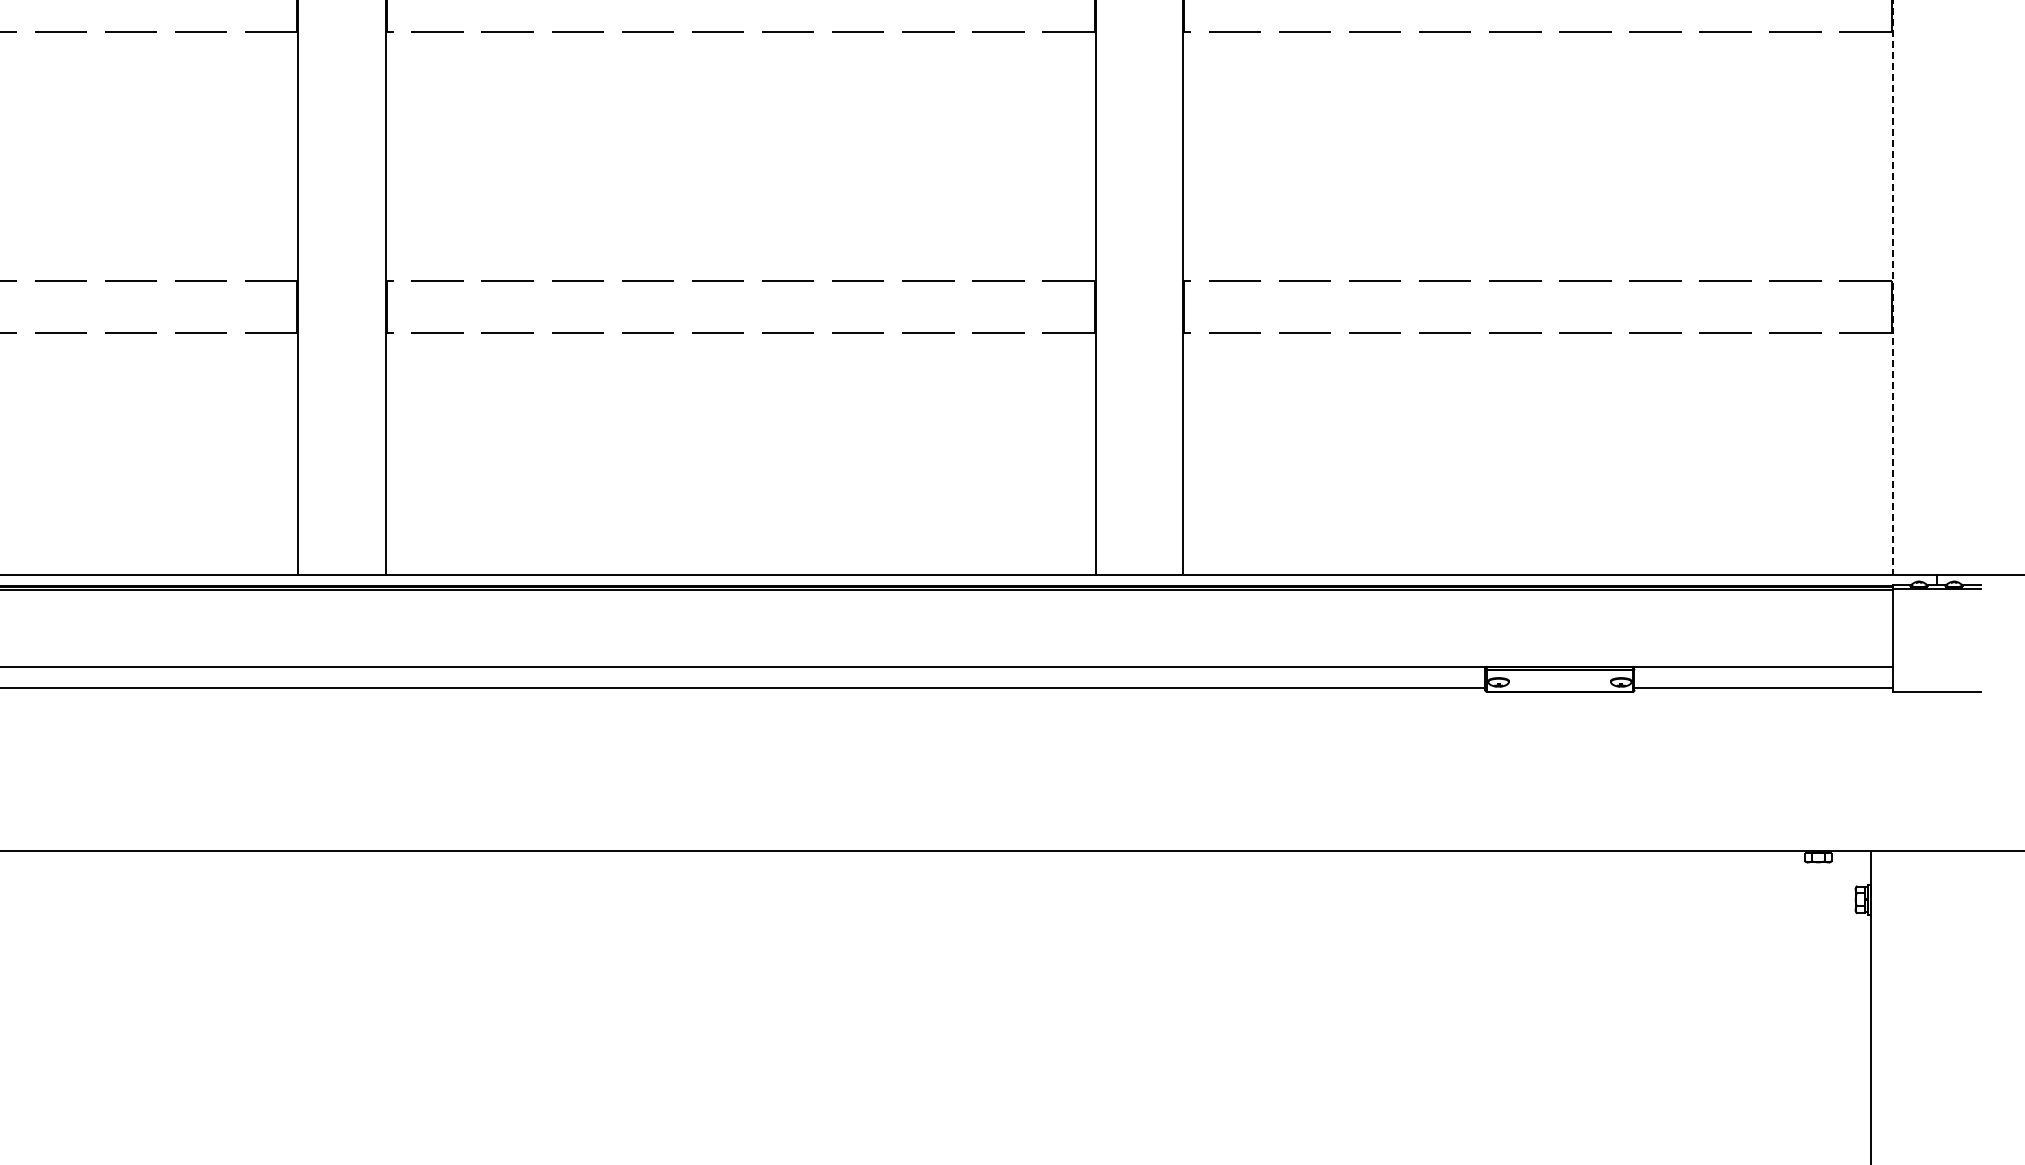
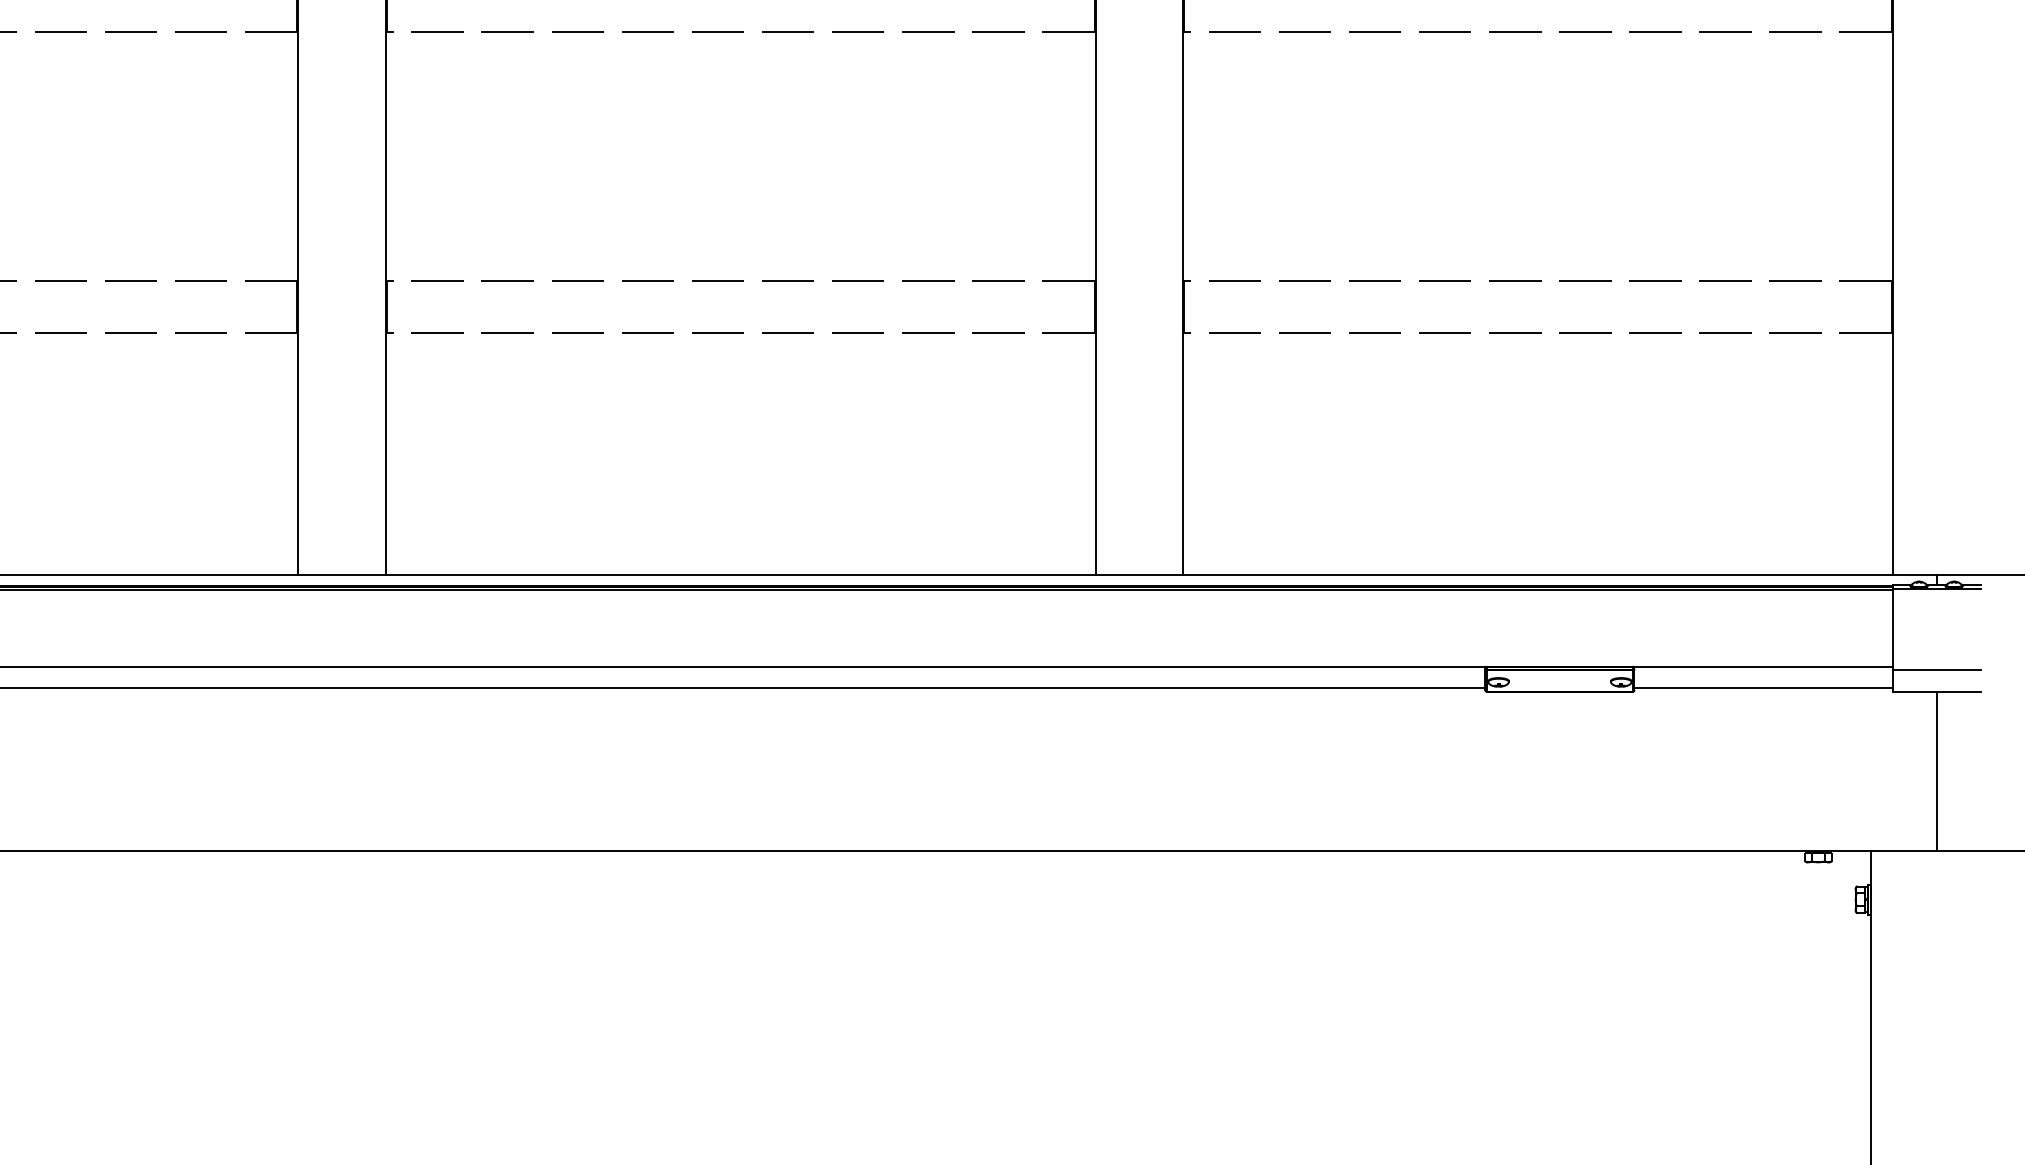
line at (1892, 287): dashed -> solid
line at (1936, 669): none -> present
line at (1936, 771): none -> present
